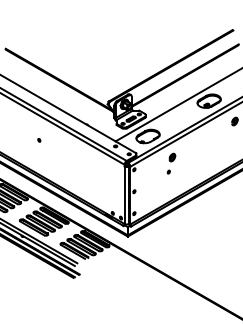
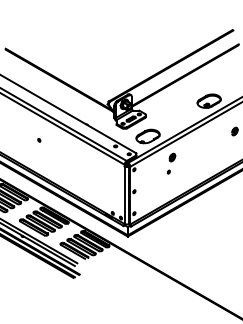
line at (177, 105): present -> none
part at (234, 121) position: (234, 121) -> (234, 131)
